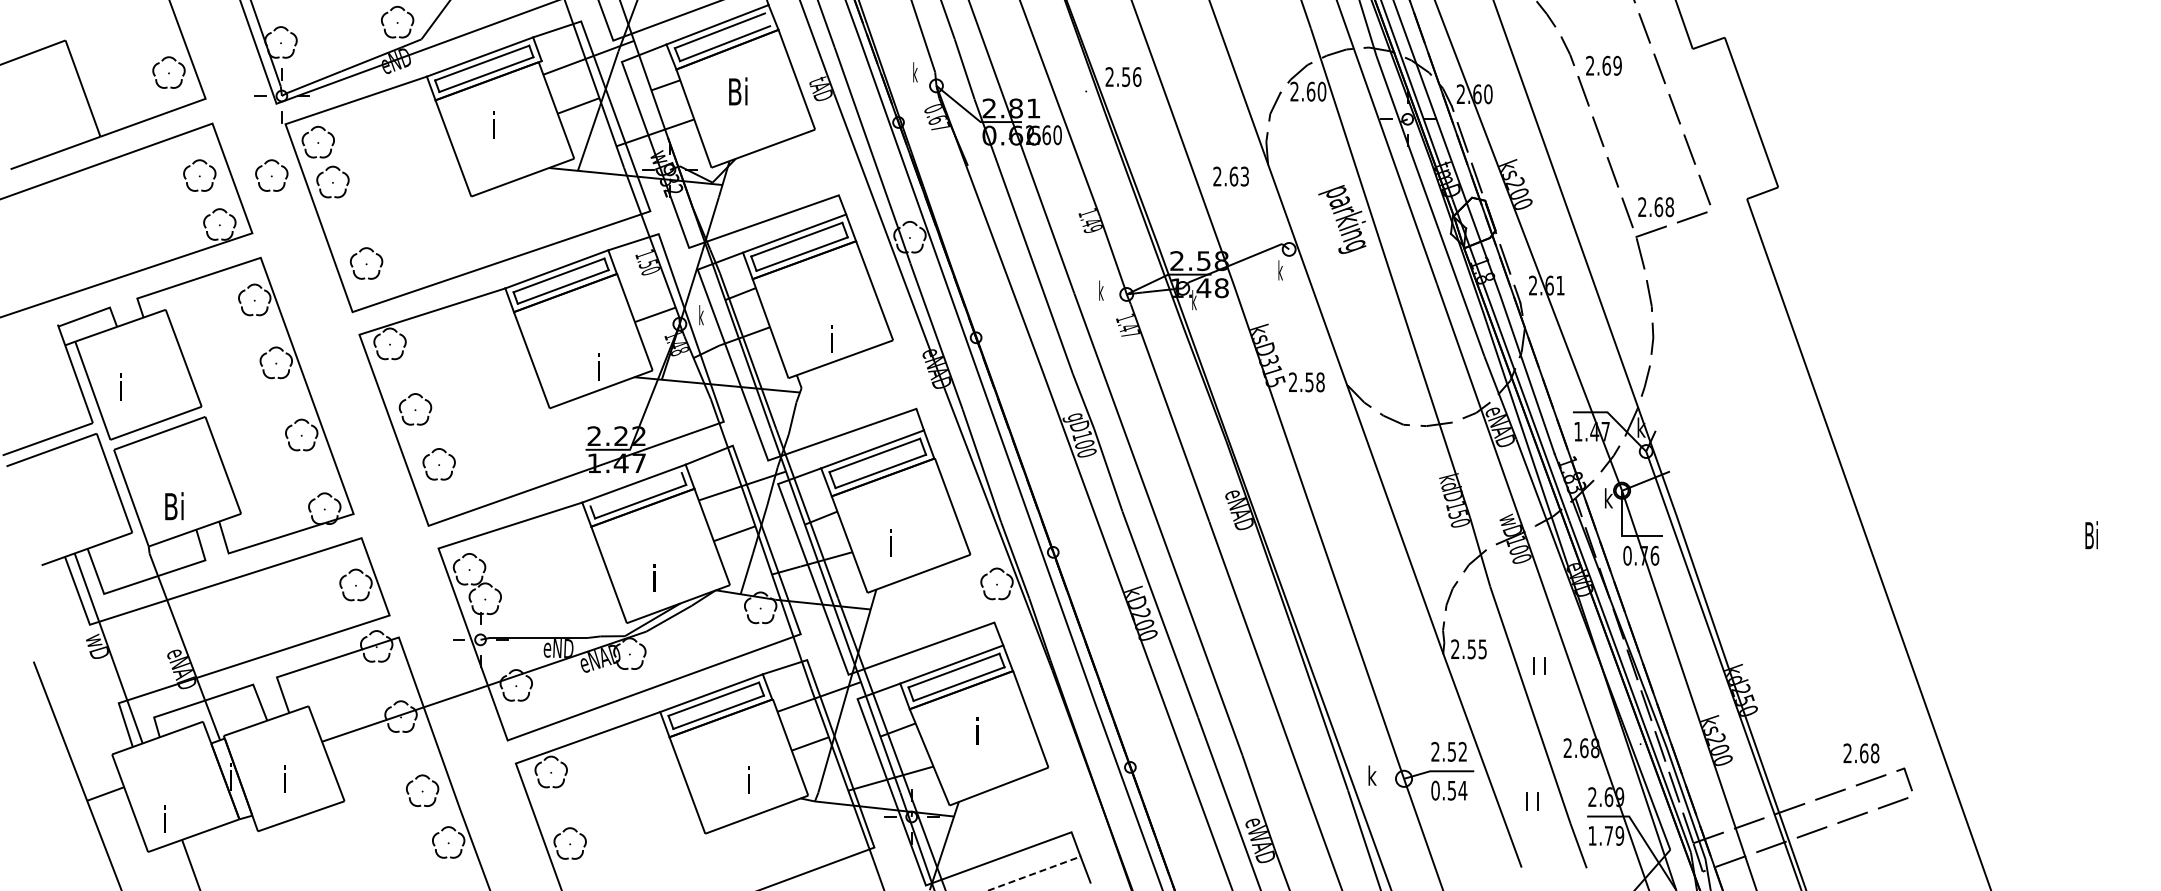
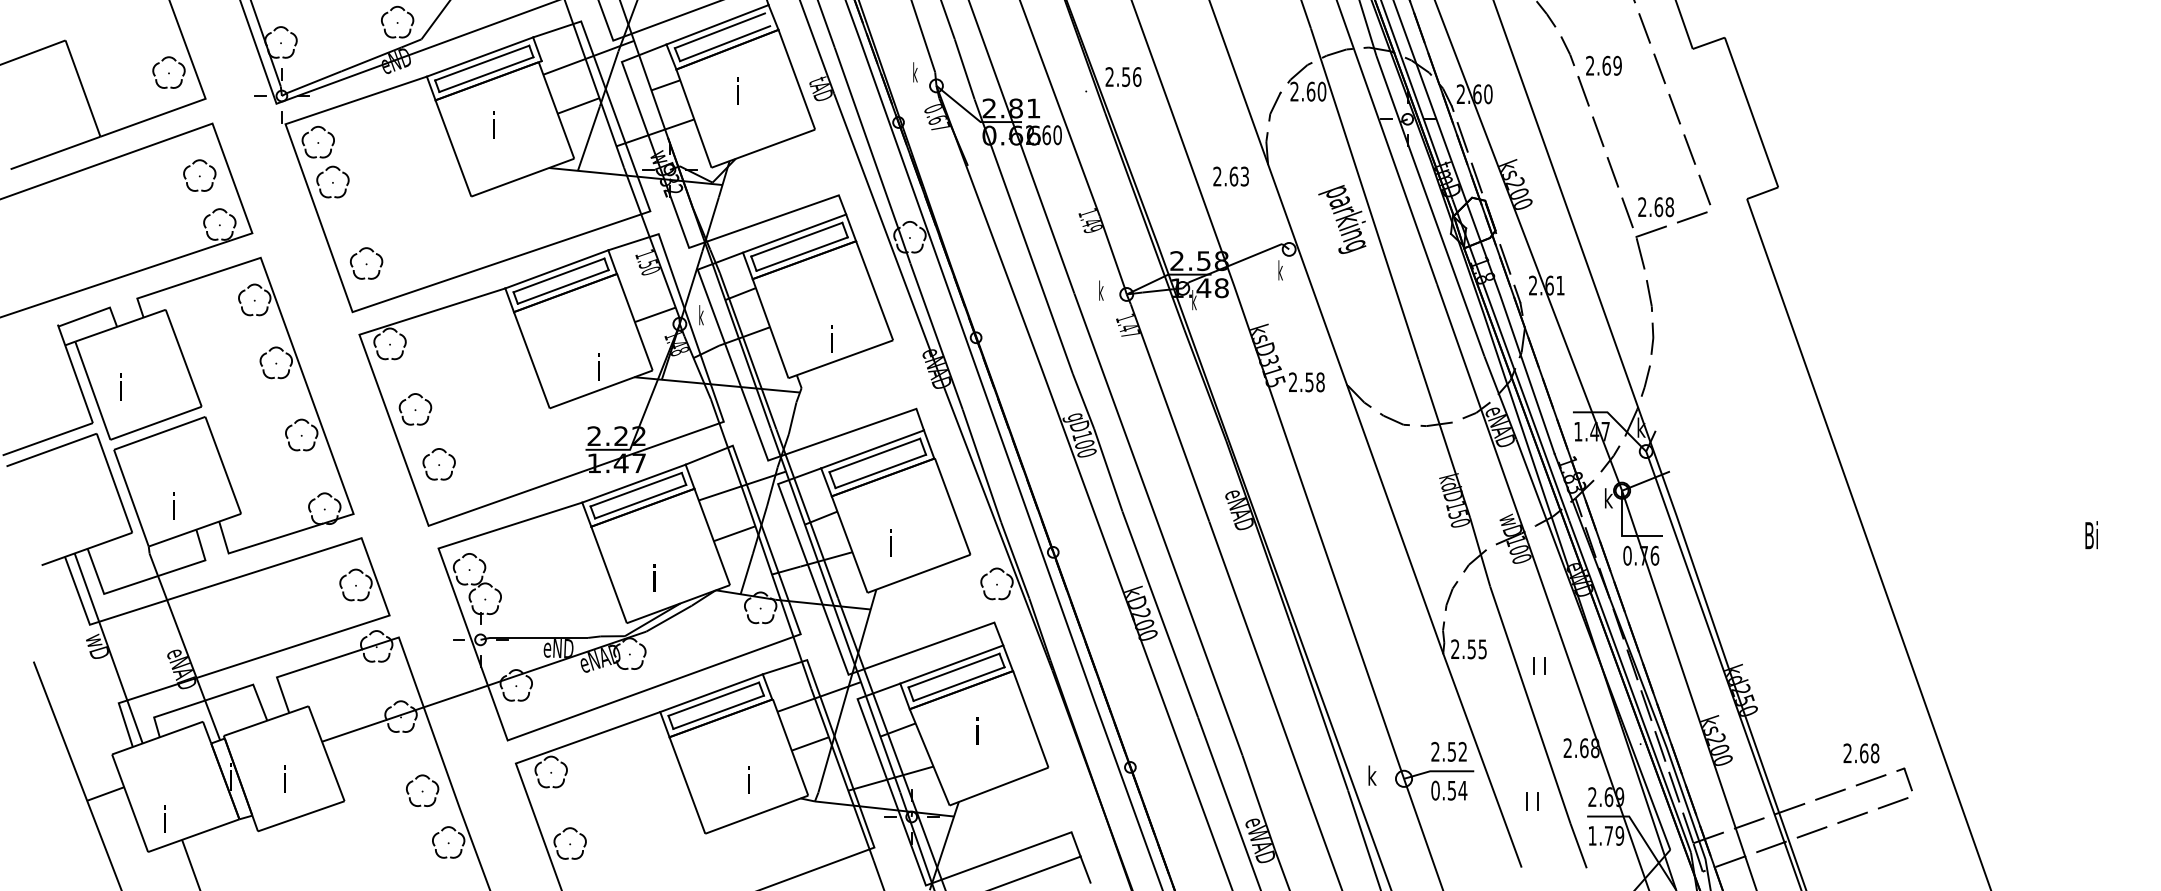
text at (738, 91): Bi -> i
part at (271, 175): present -> none
line at (635, 489): none -> present
text at (174, 506): Bi -> i
line at (1034, 873): dashed -> solid
